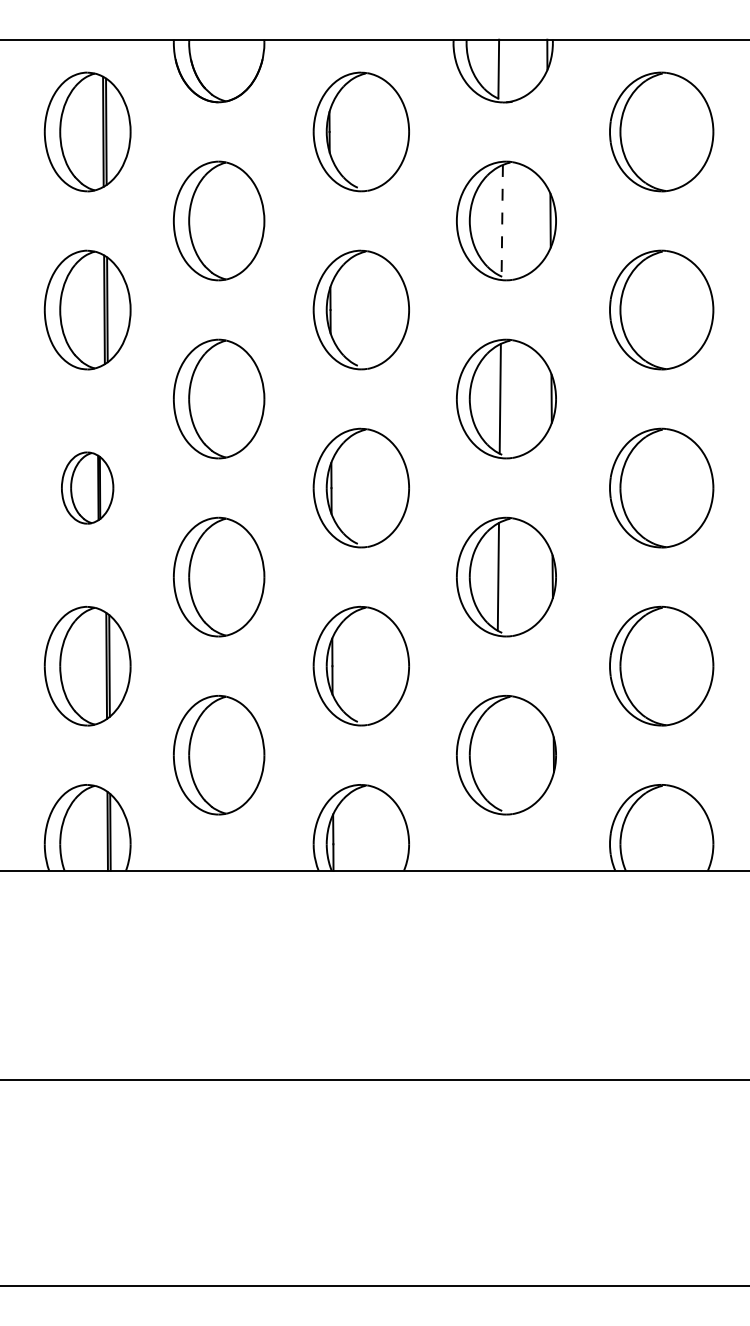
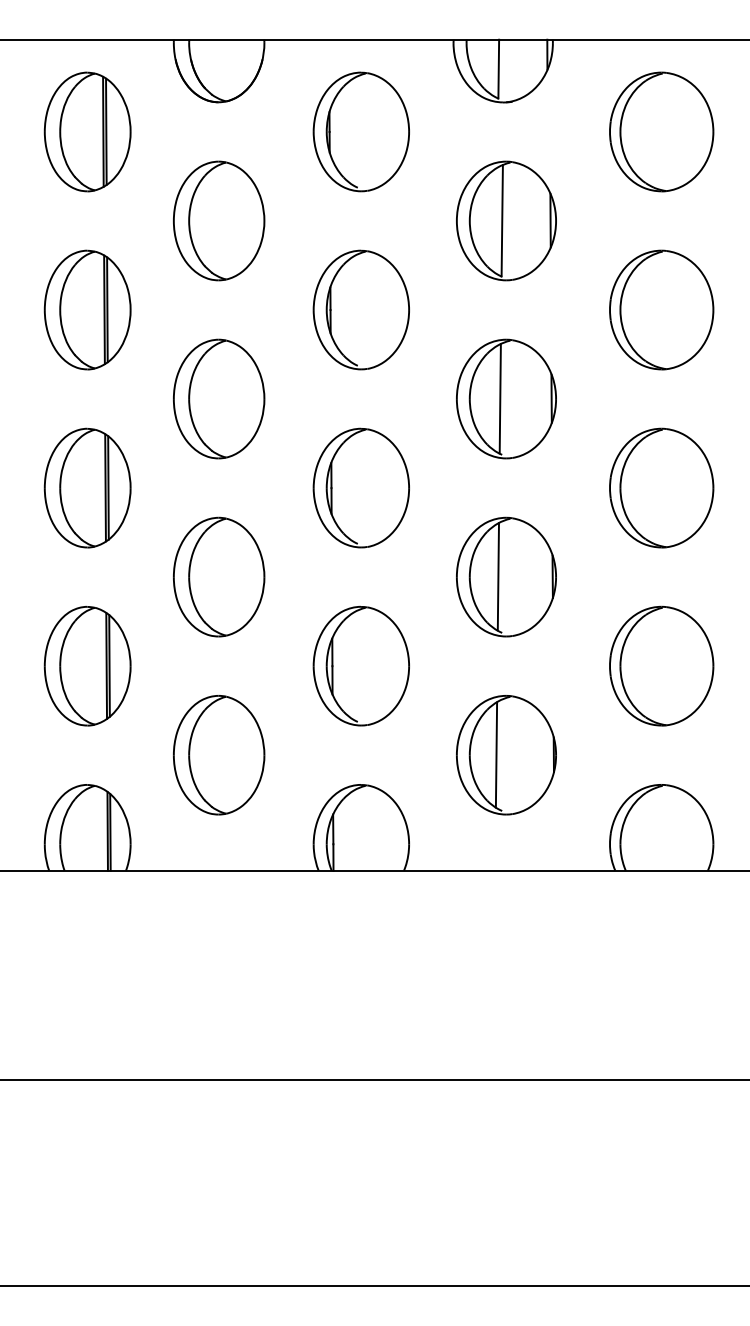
line at (502, 220): dashed -> solid
part at (87, 487) size: 54x74 px -> 89x122 px
line at (496, 754): none -> present
